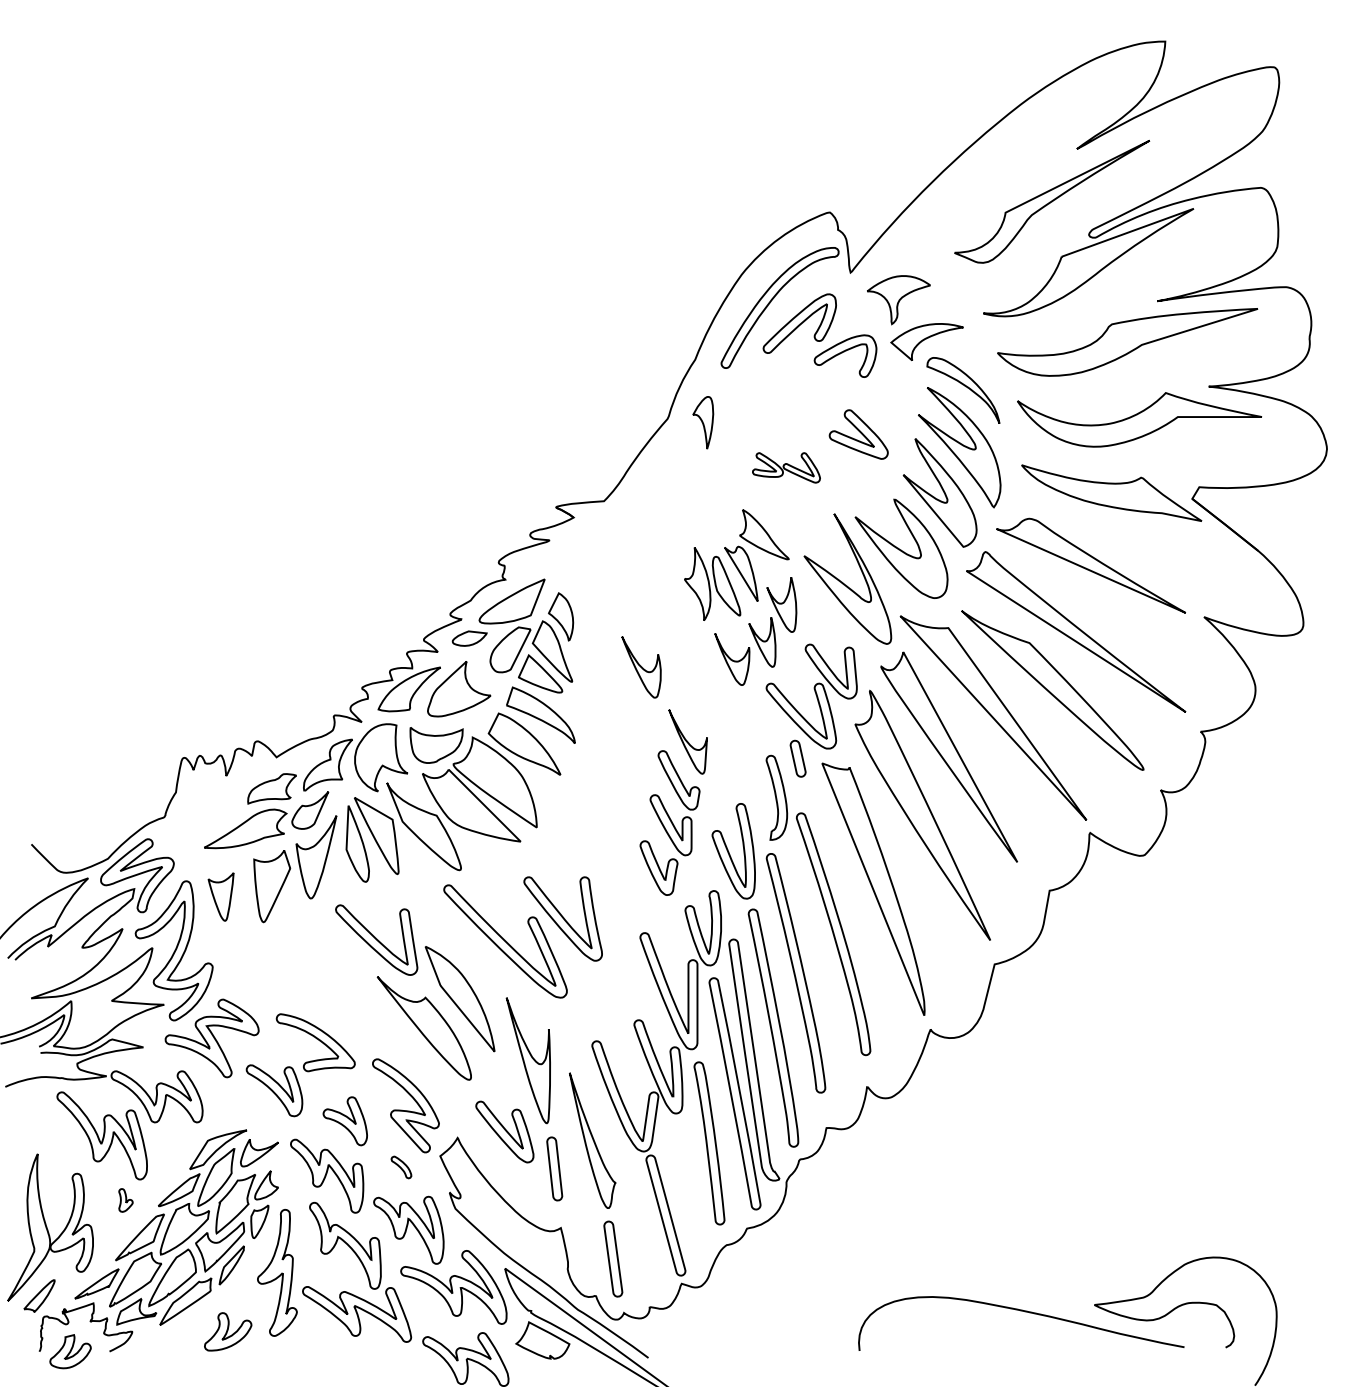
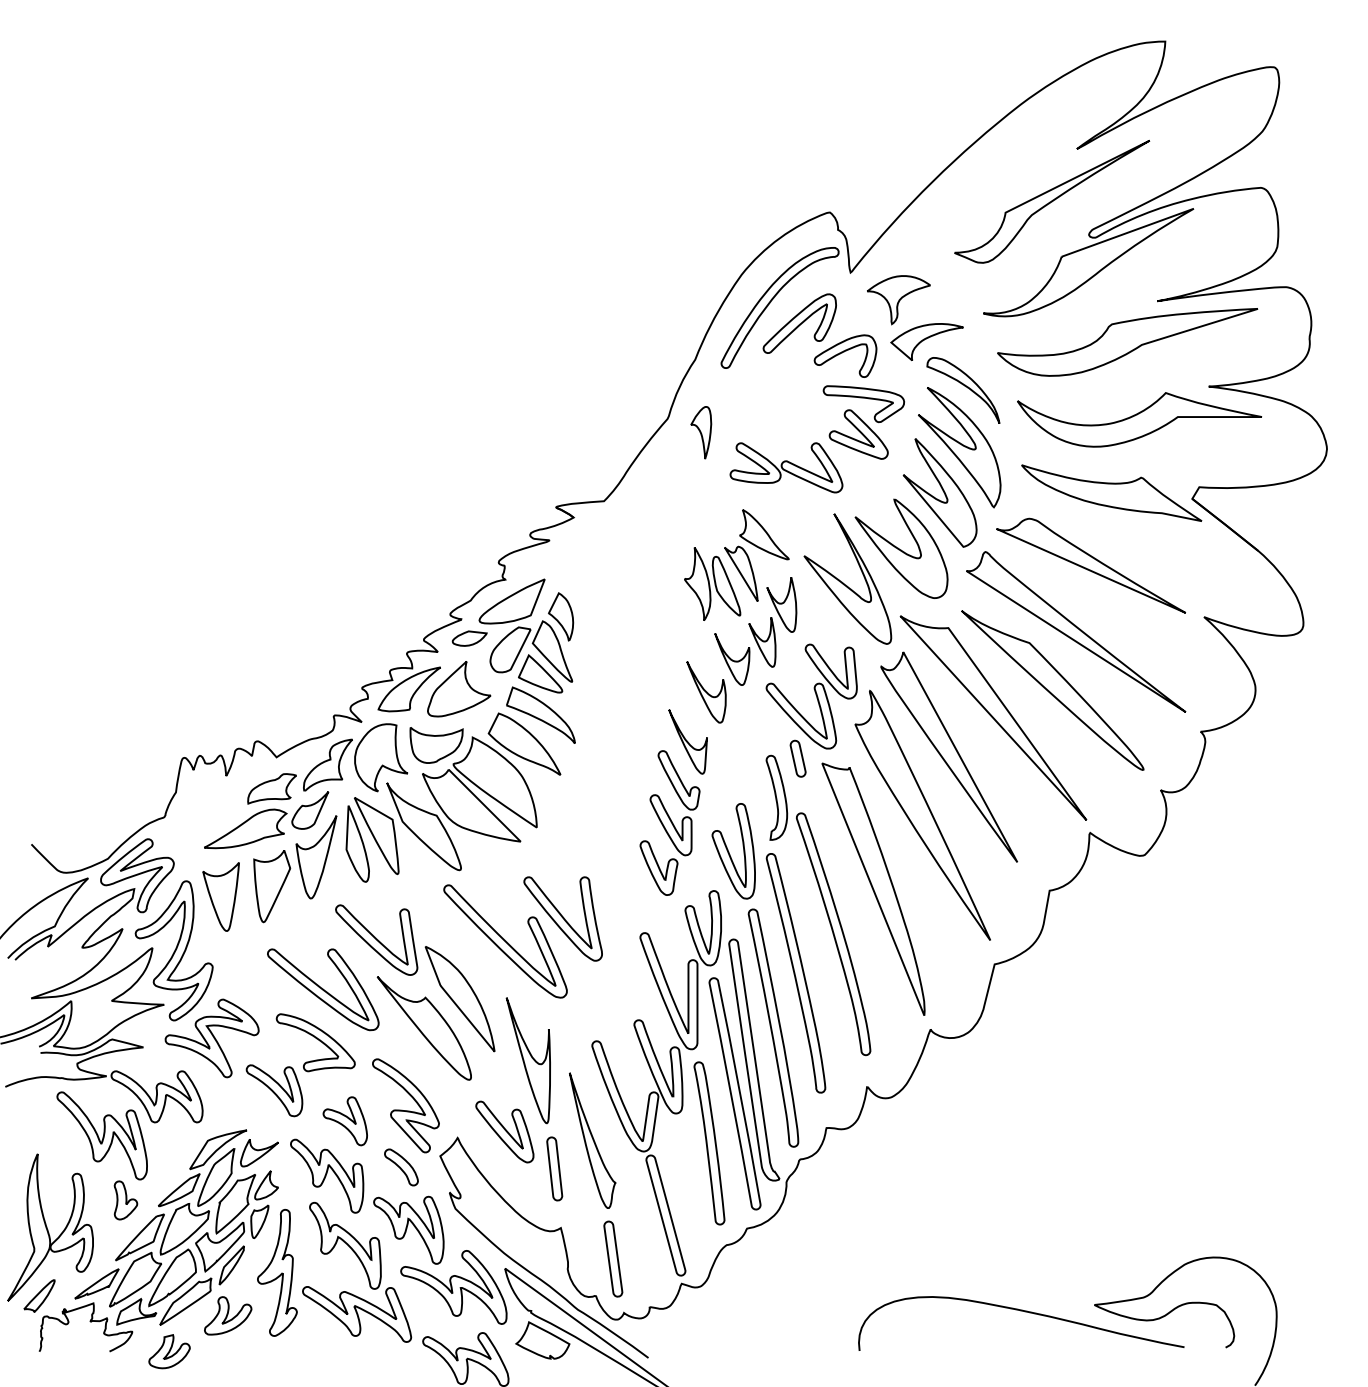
part at (863, 404): none -> present
part at (703, 422) position: (703, 422) -> (701, 432)
part at (786, 467) size: 69x32 px -> 115x52 px
part at (641, 667) position: (641, 667) -> (706, 692)
part at (220, 896) size: 28x50 px -> 38x70 px
part at (323, 989): none -> present
part at (401, 1167) size: 23x25 px -> 35x39 px
part at (125, 1200) size: 16x25 px -> 26x41 px
part at (228, 1331) position: (228, 1331) -> (228, 1315)
part at (70, 1351) position: (70, 1351) -> (169, 1351)
